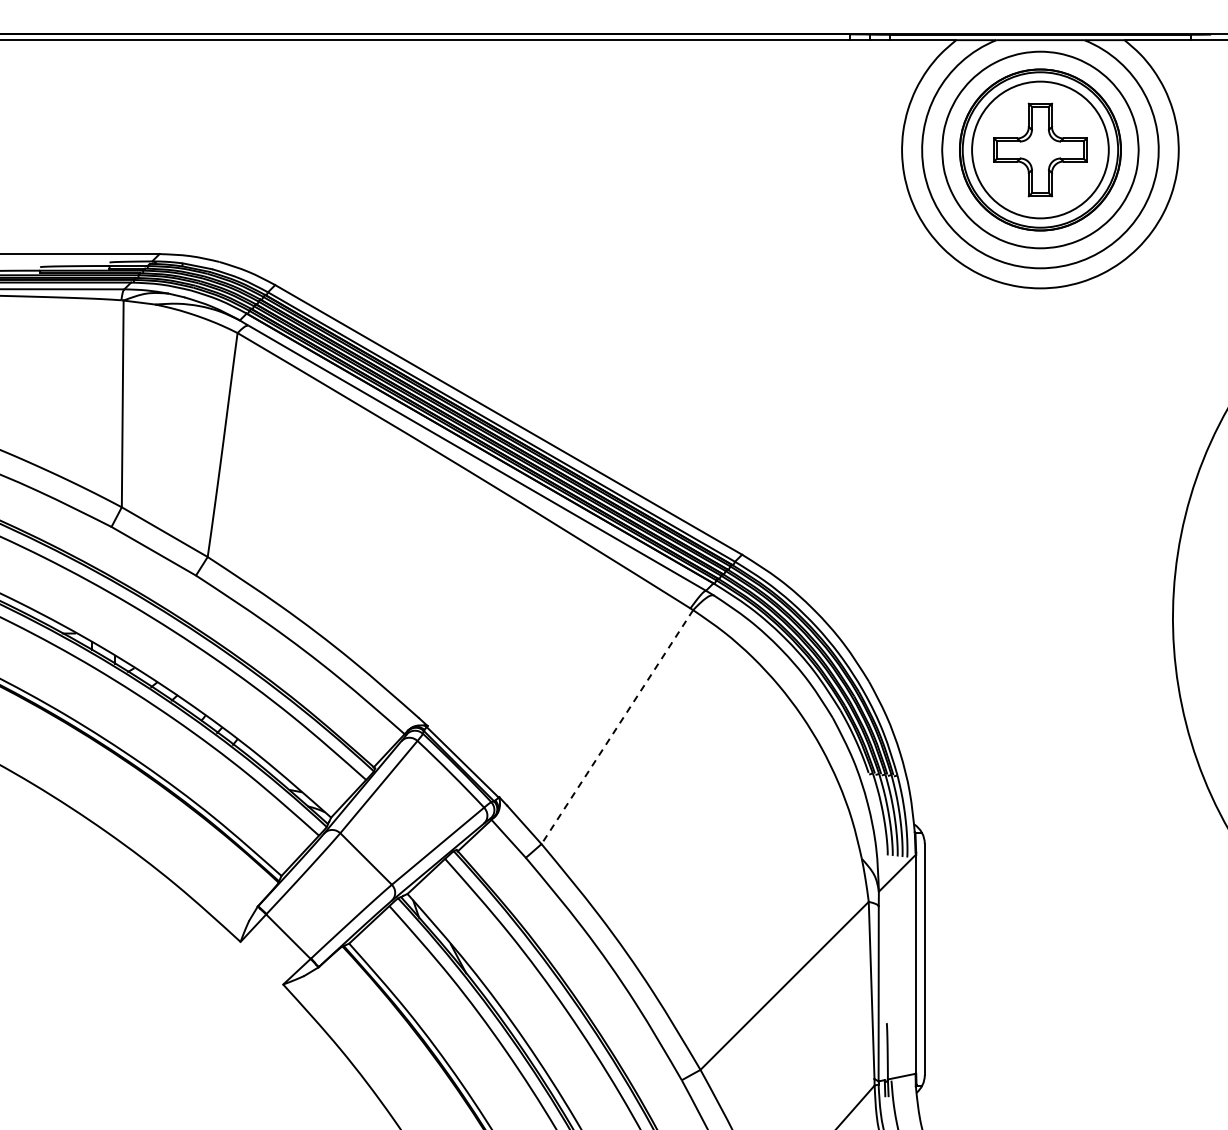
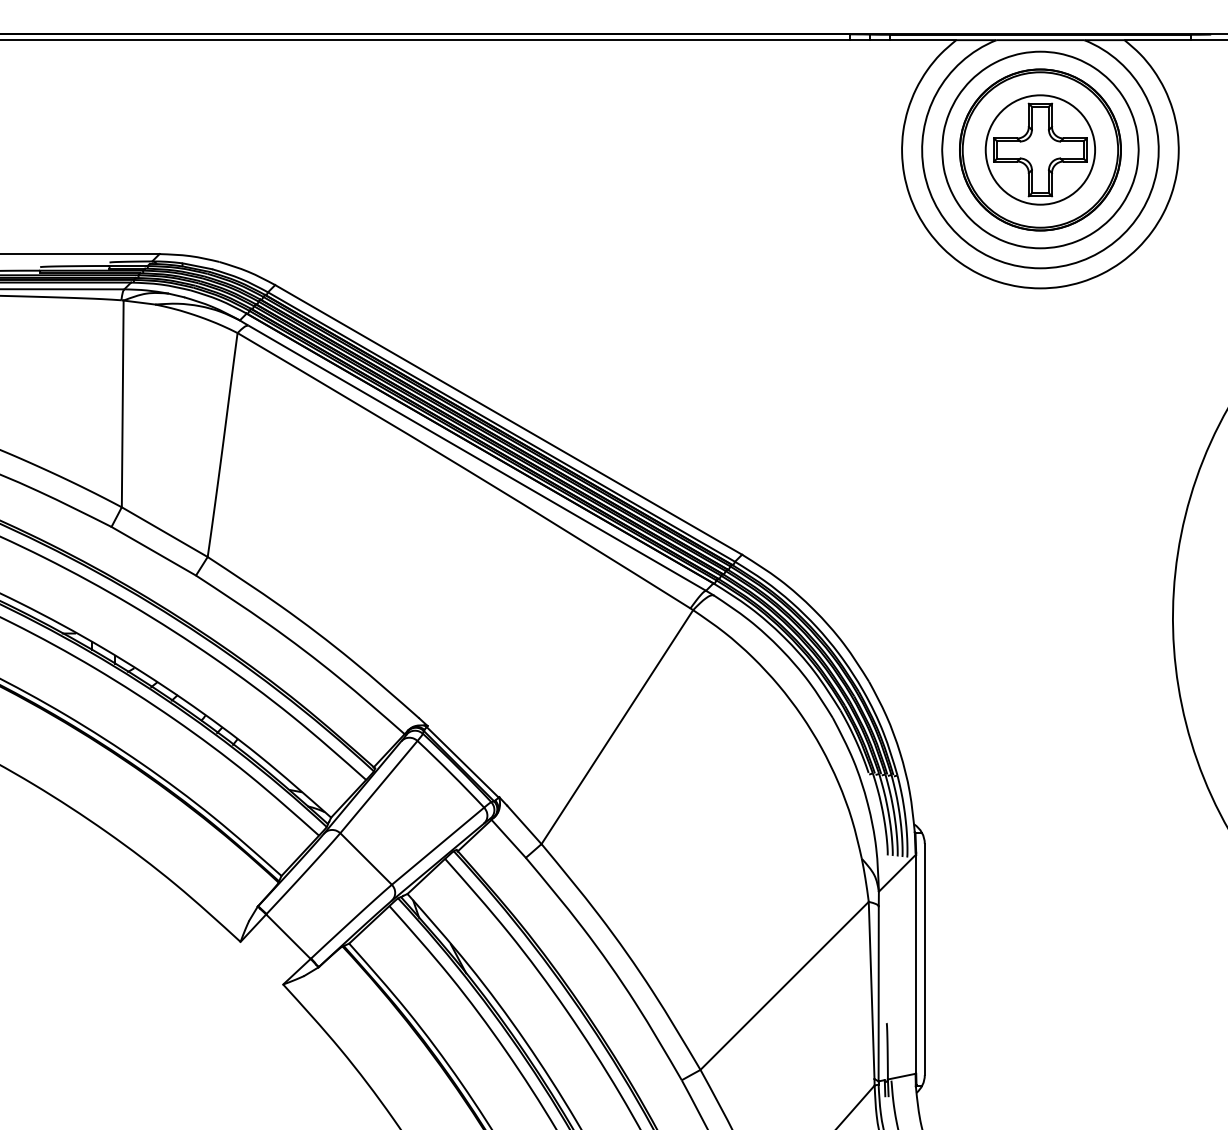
circle at (1040, 149) diameter: 137 px -> 109 px
line at (617, 727): dashed -> solid
